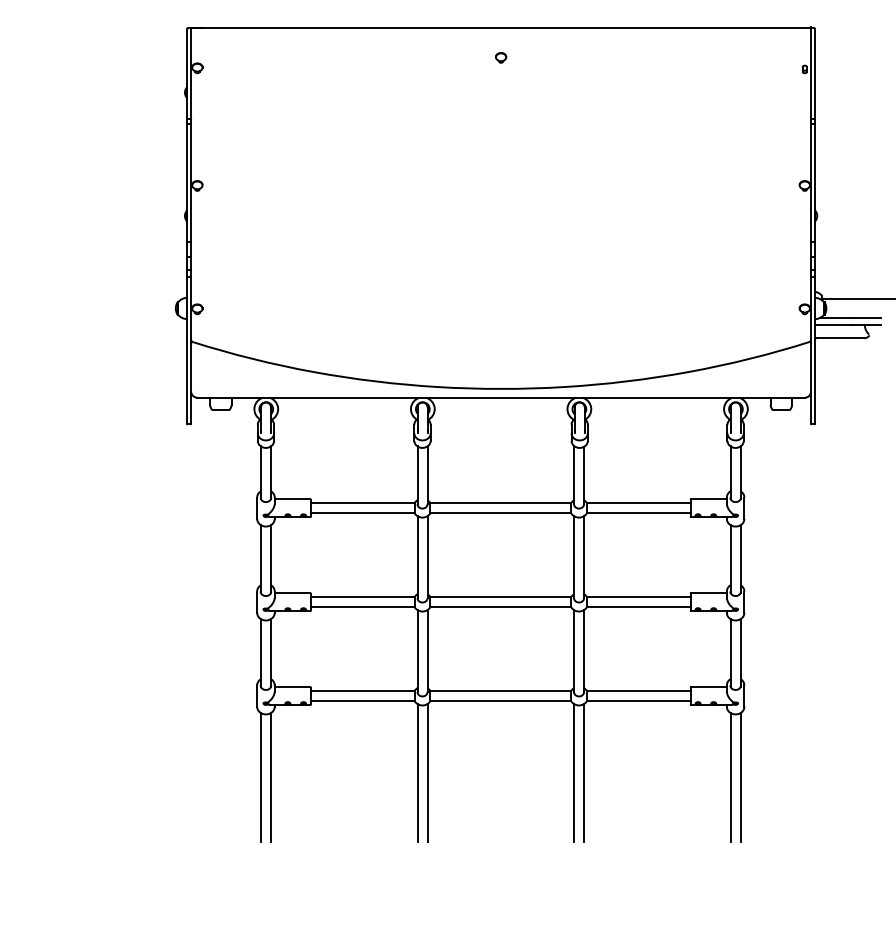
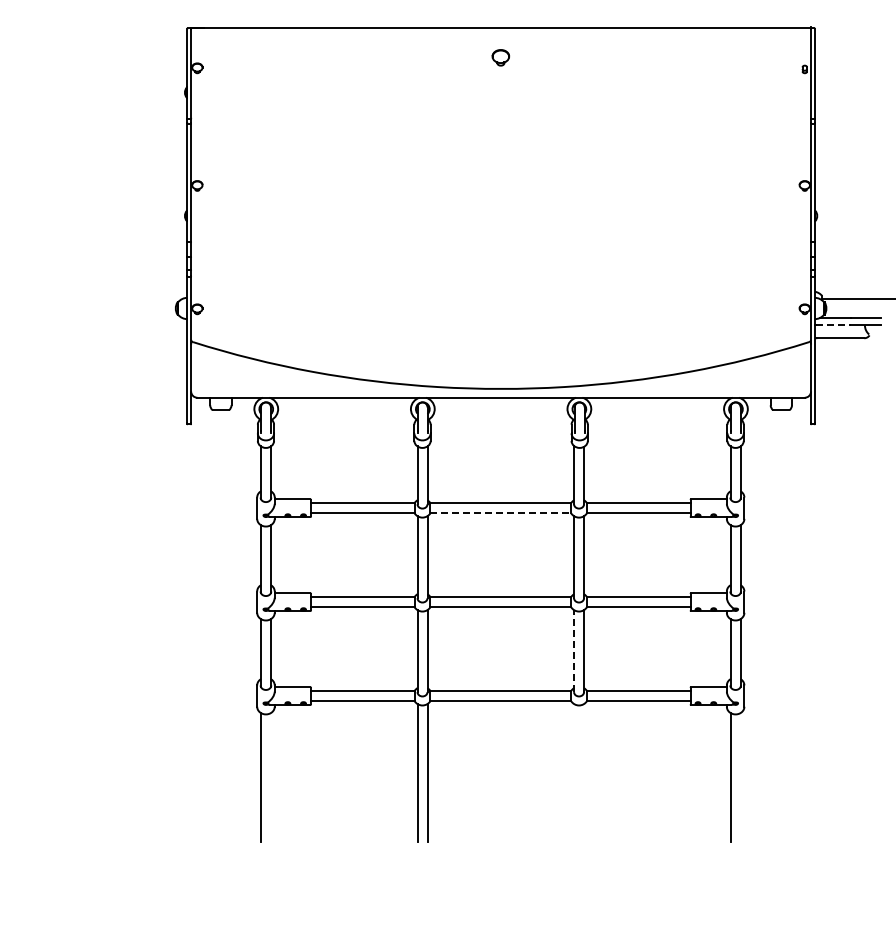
part at (501, 57) size: 13x12 px -> 19x18 px
line at (833, 325): solid -> dashed
line at (501, 513): solid -> dashed
line at (574, 650): solid -> dashed
line at (574, 772): present -> none
line at (584, 772): present -> none
line at (270, 777): present -> none
line at (740, 777): present -> none
